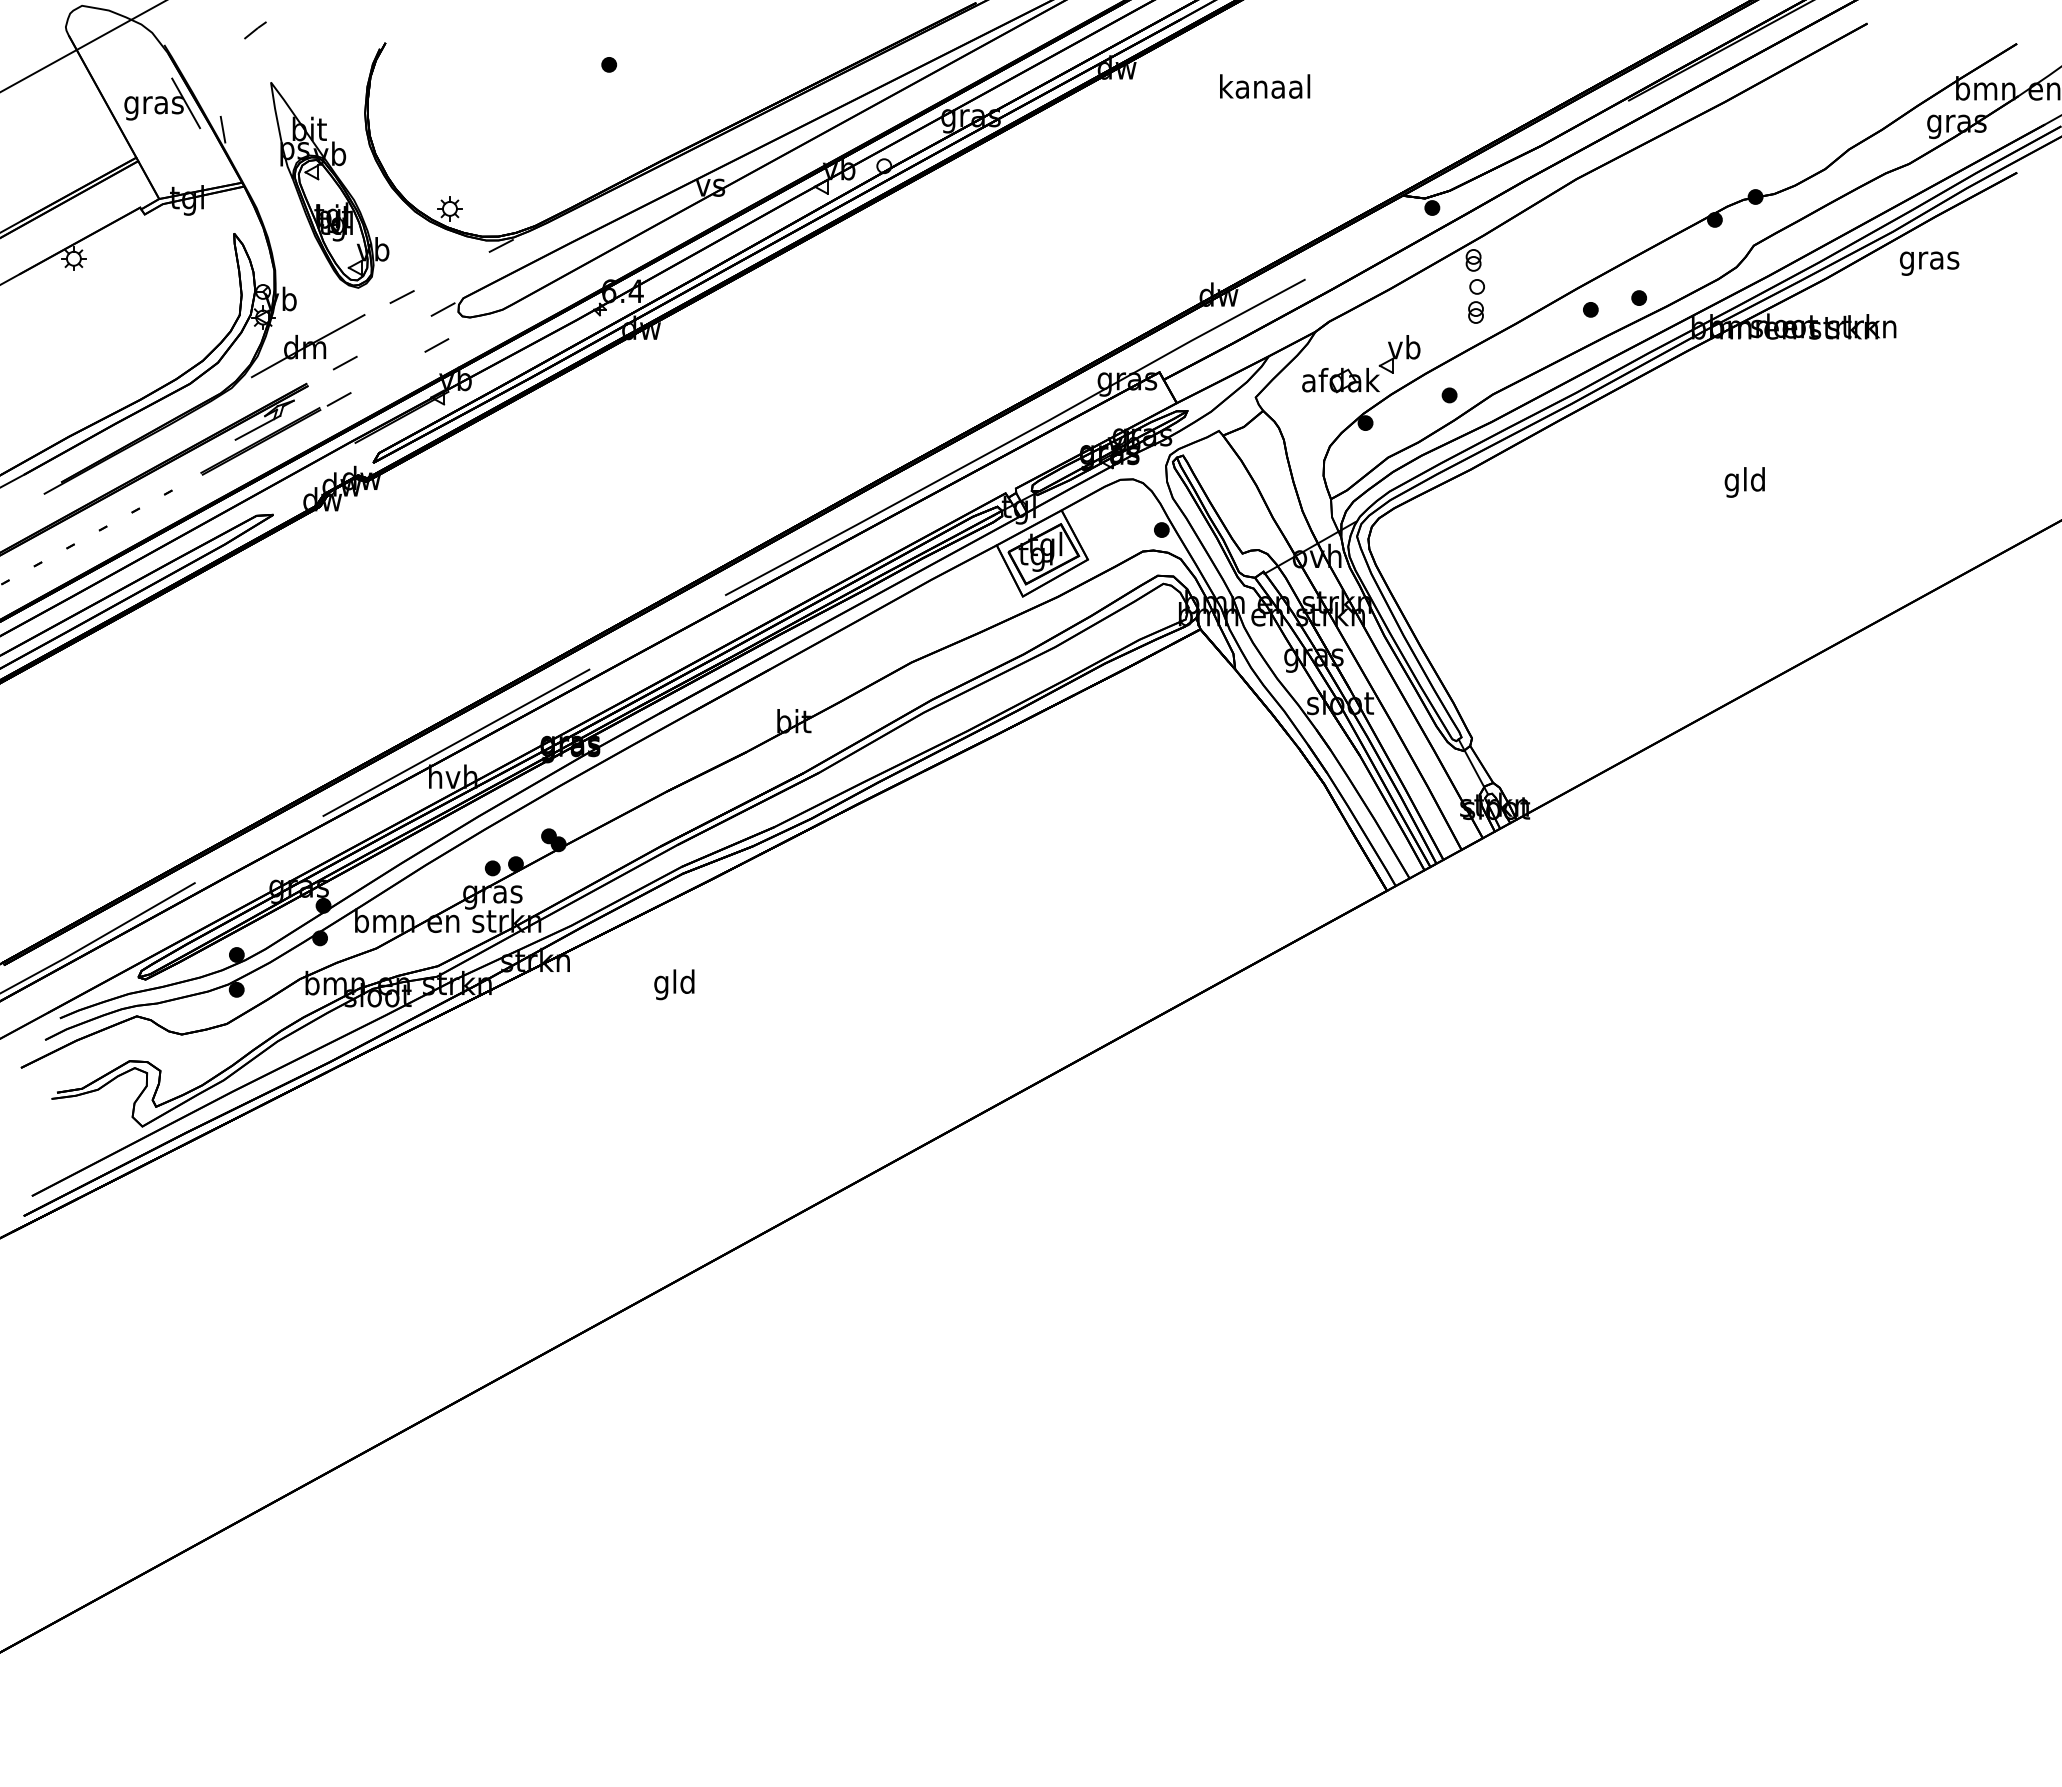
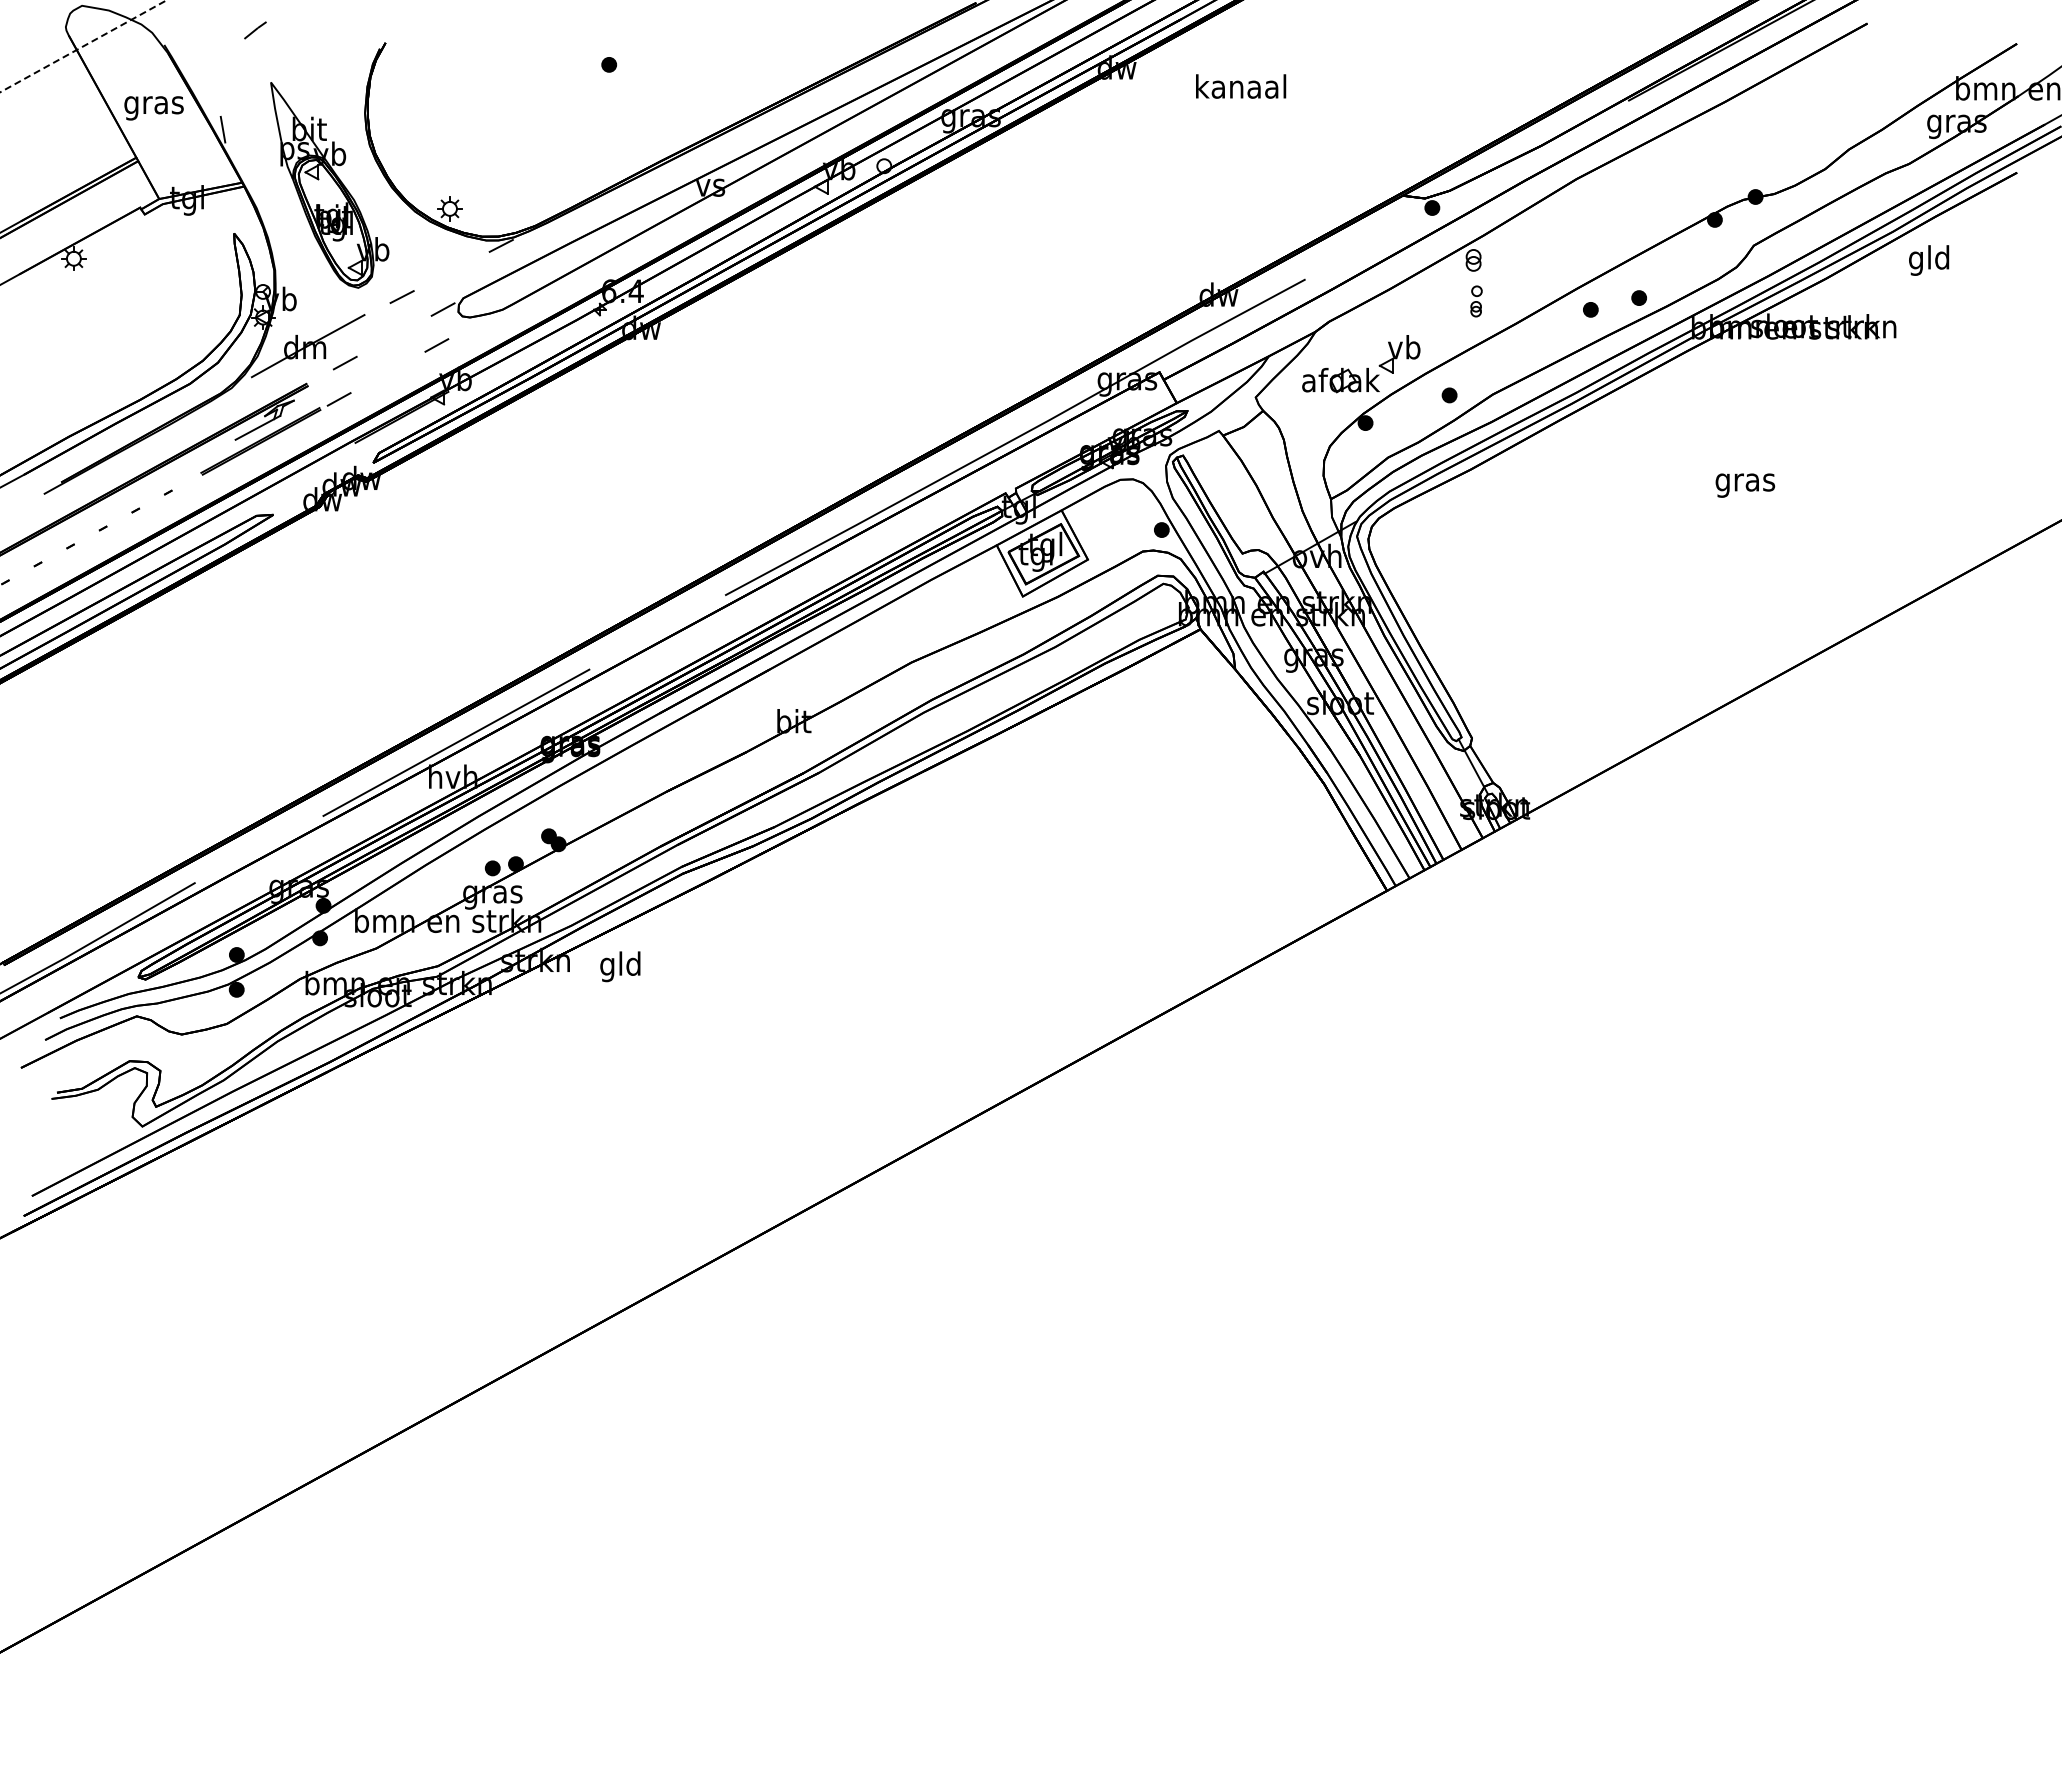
line at (83, 46): solid -> dashed
text at (1265, 86) position: (1265, 86) -> (1241, 86)
line at (186, 103): present -> none
text at (1929, 260): gras -> gld
part at (1476, 301) size: 17x45 px -> 13x33 px
text at (1745, 482): gld -> gras
text at (674, 984) position: (674, 984) -> (620, 966)
